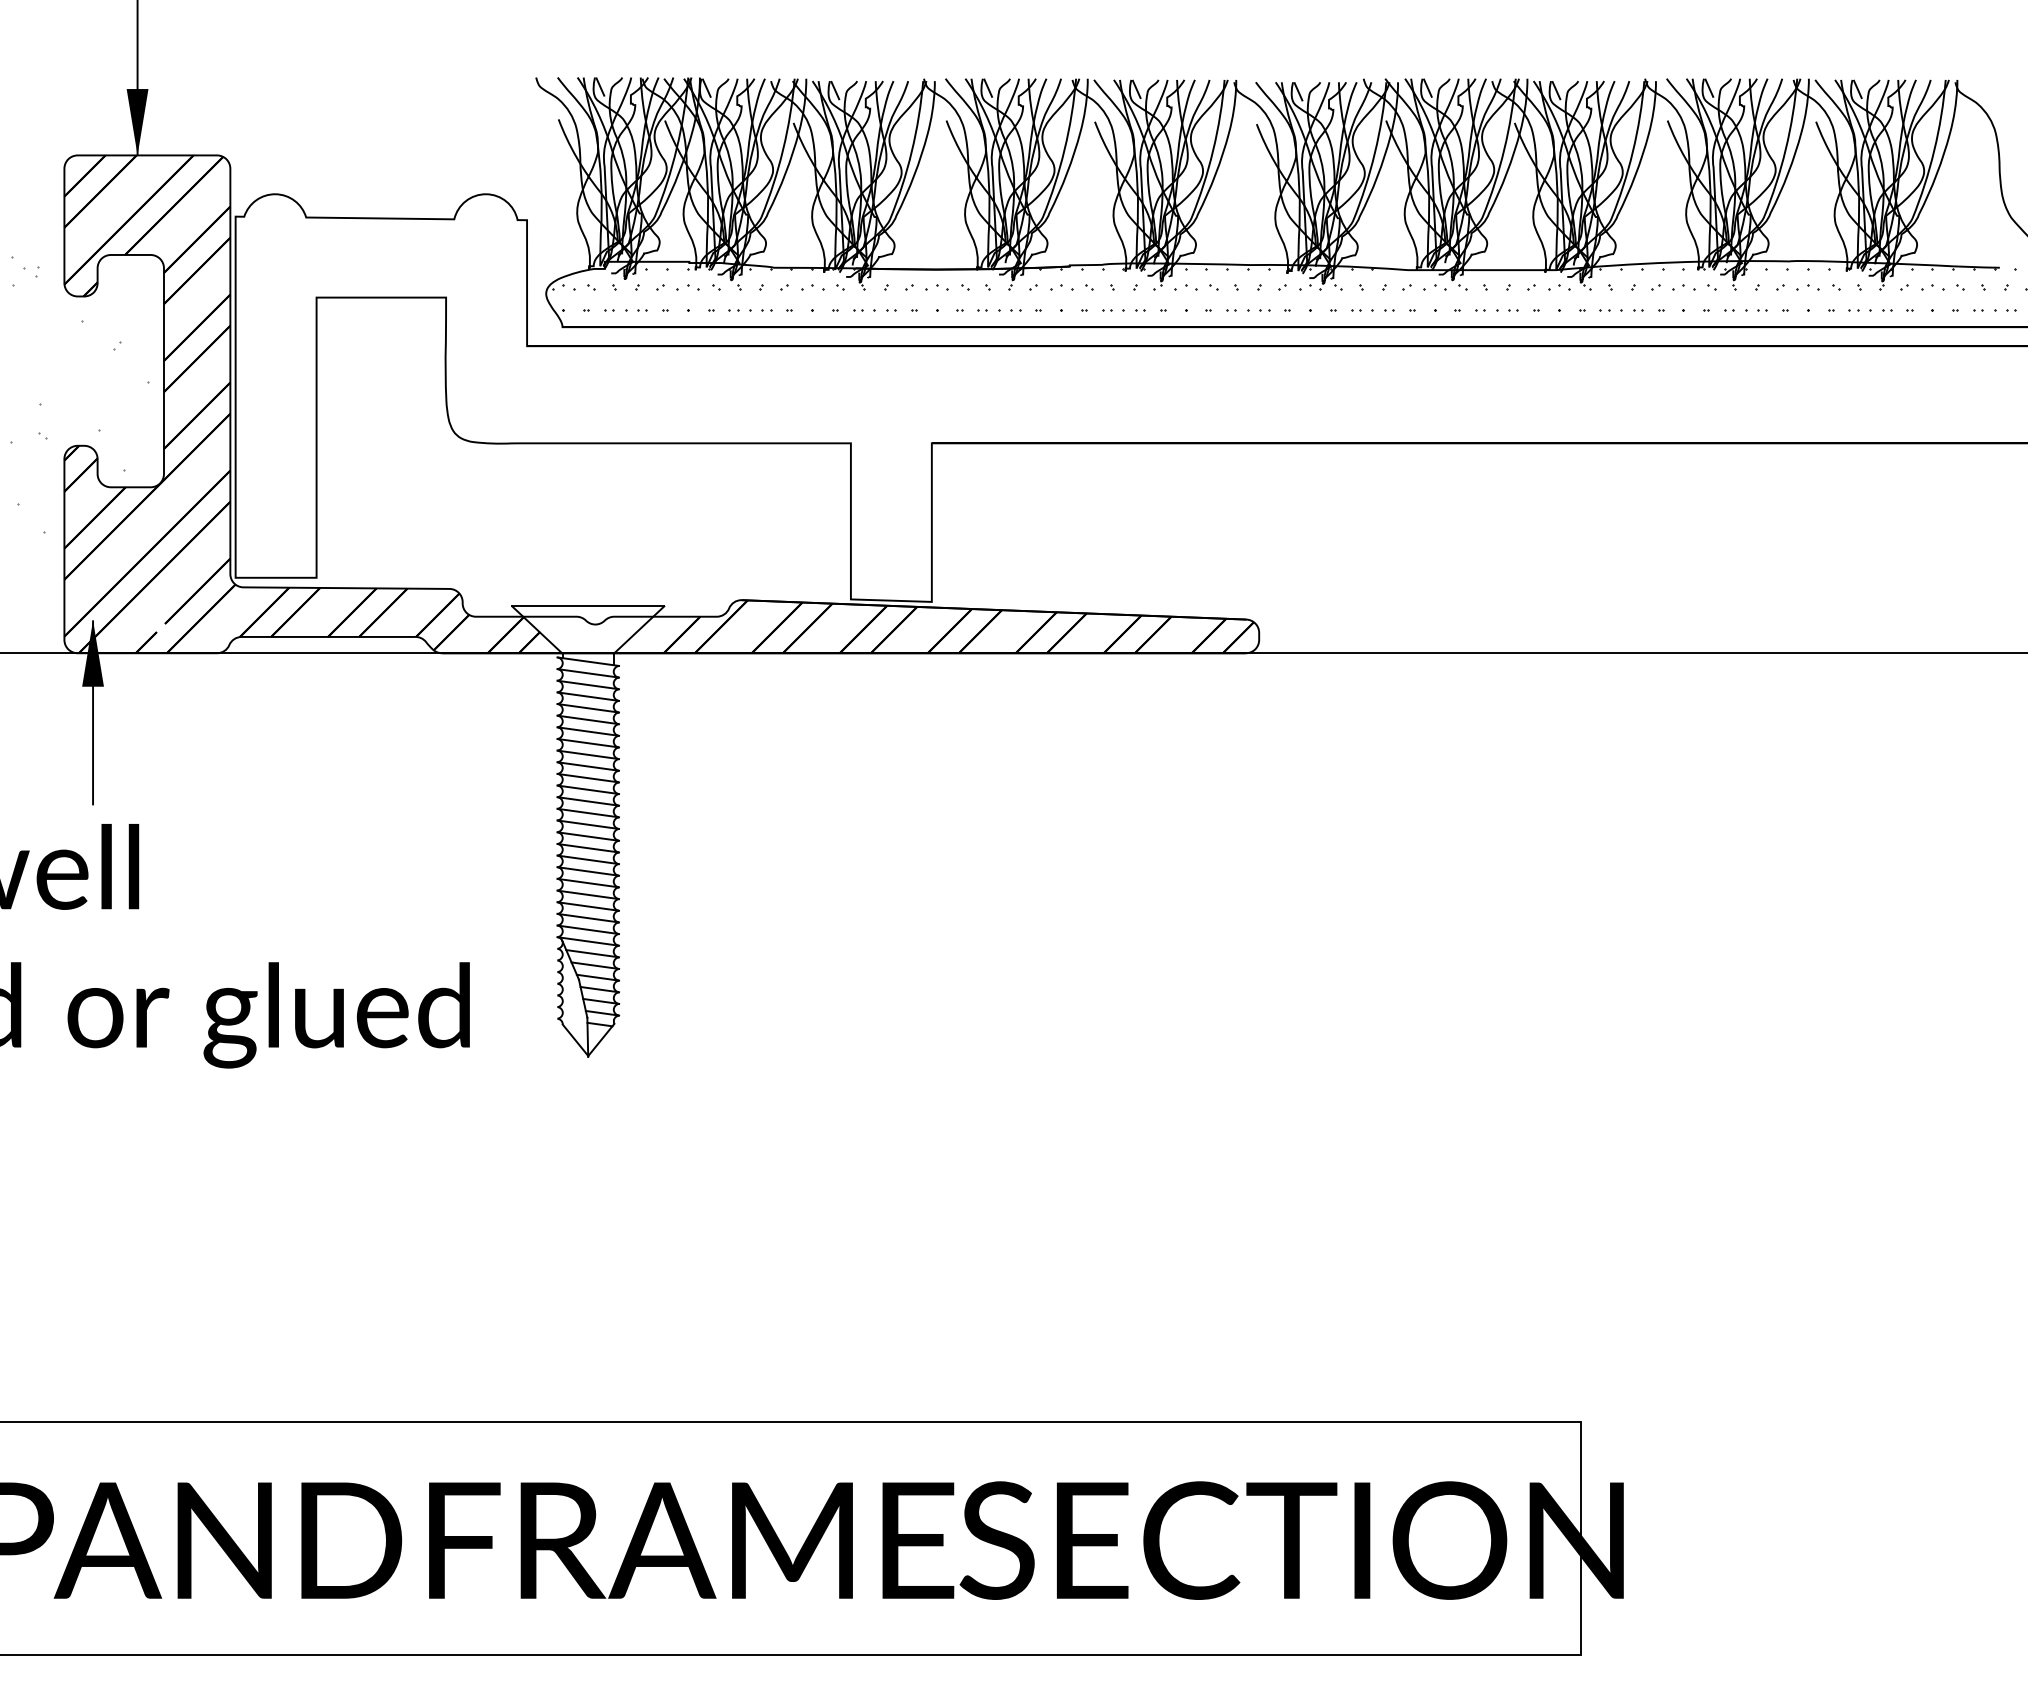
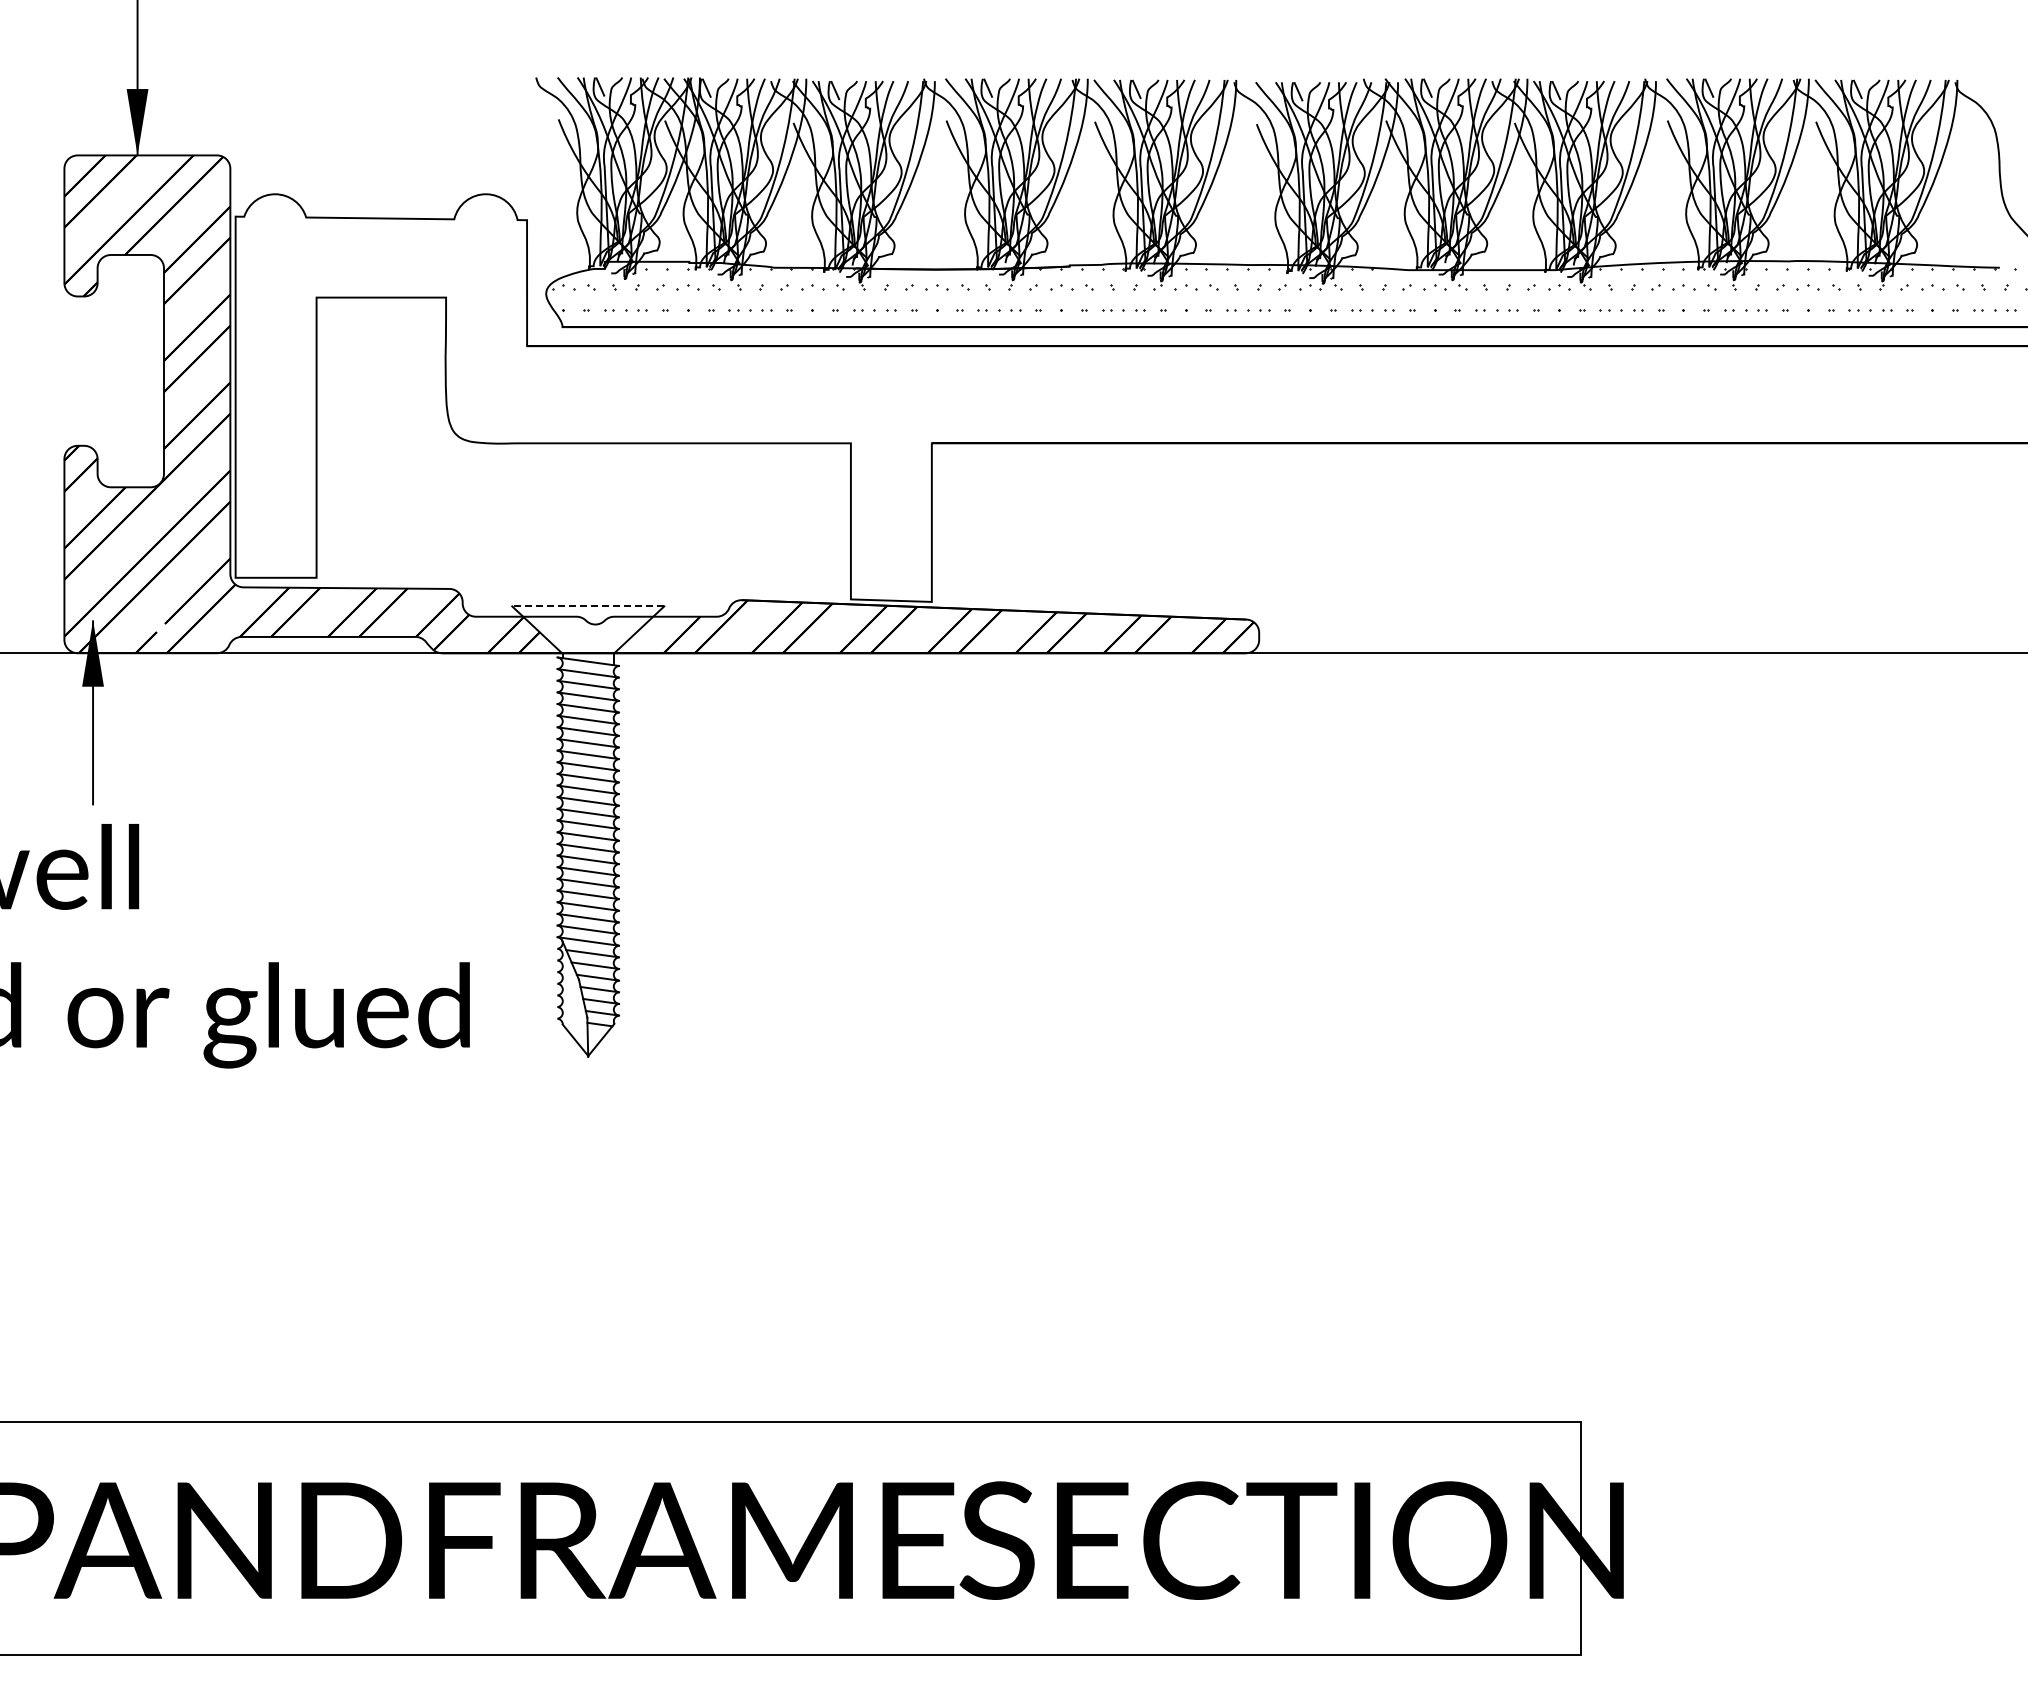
hatch at (78, 394): present -> none
line at (587, 606): solid -> dashed
